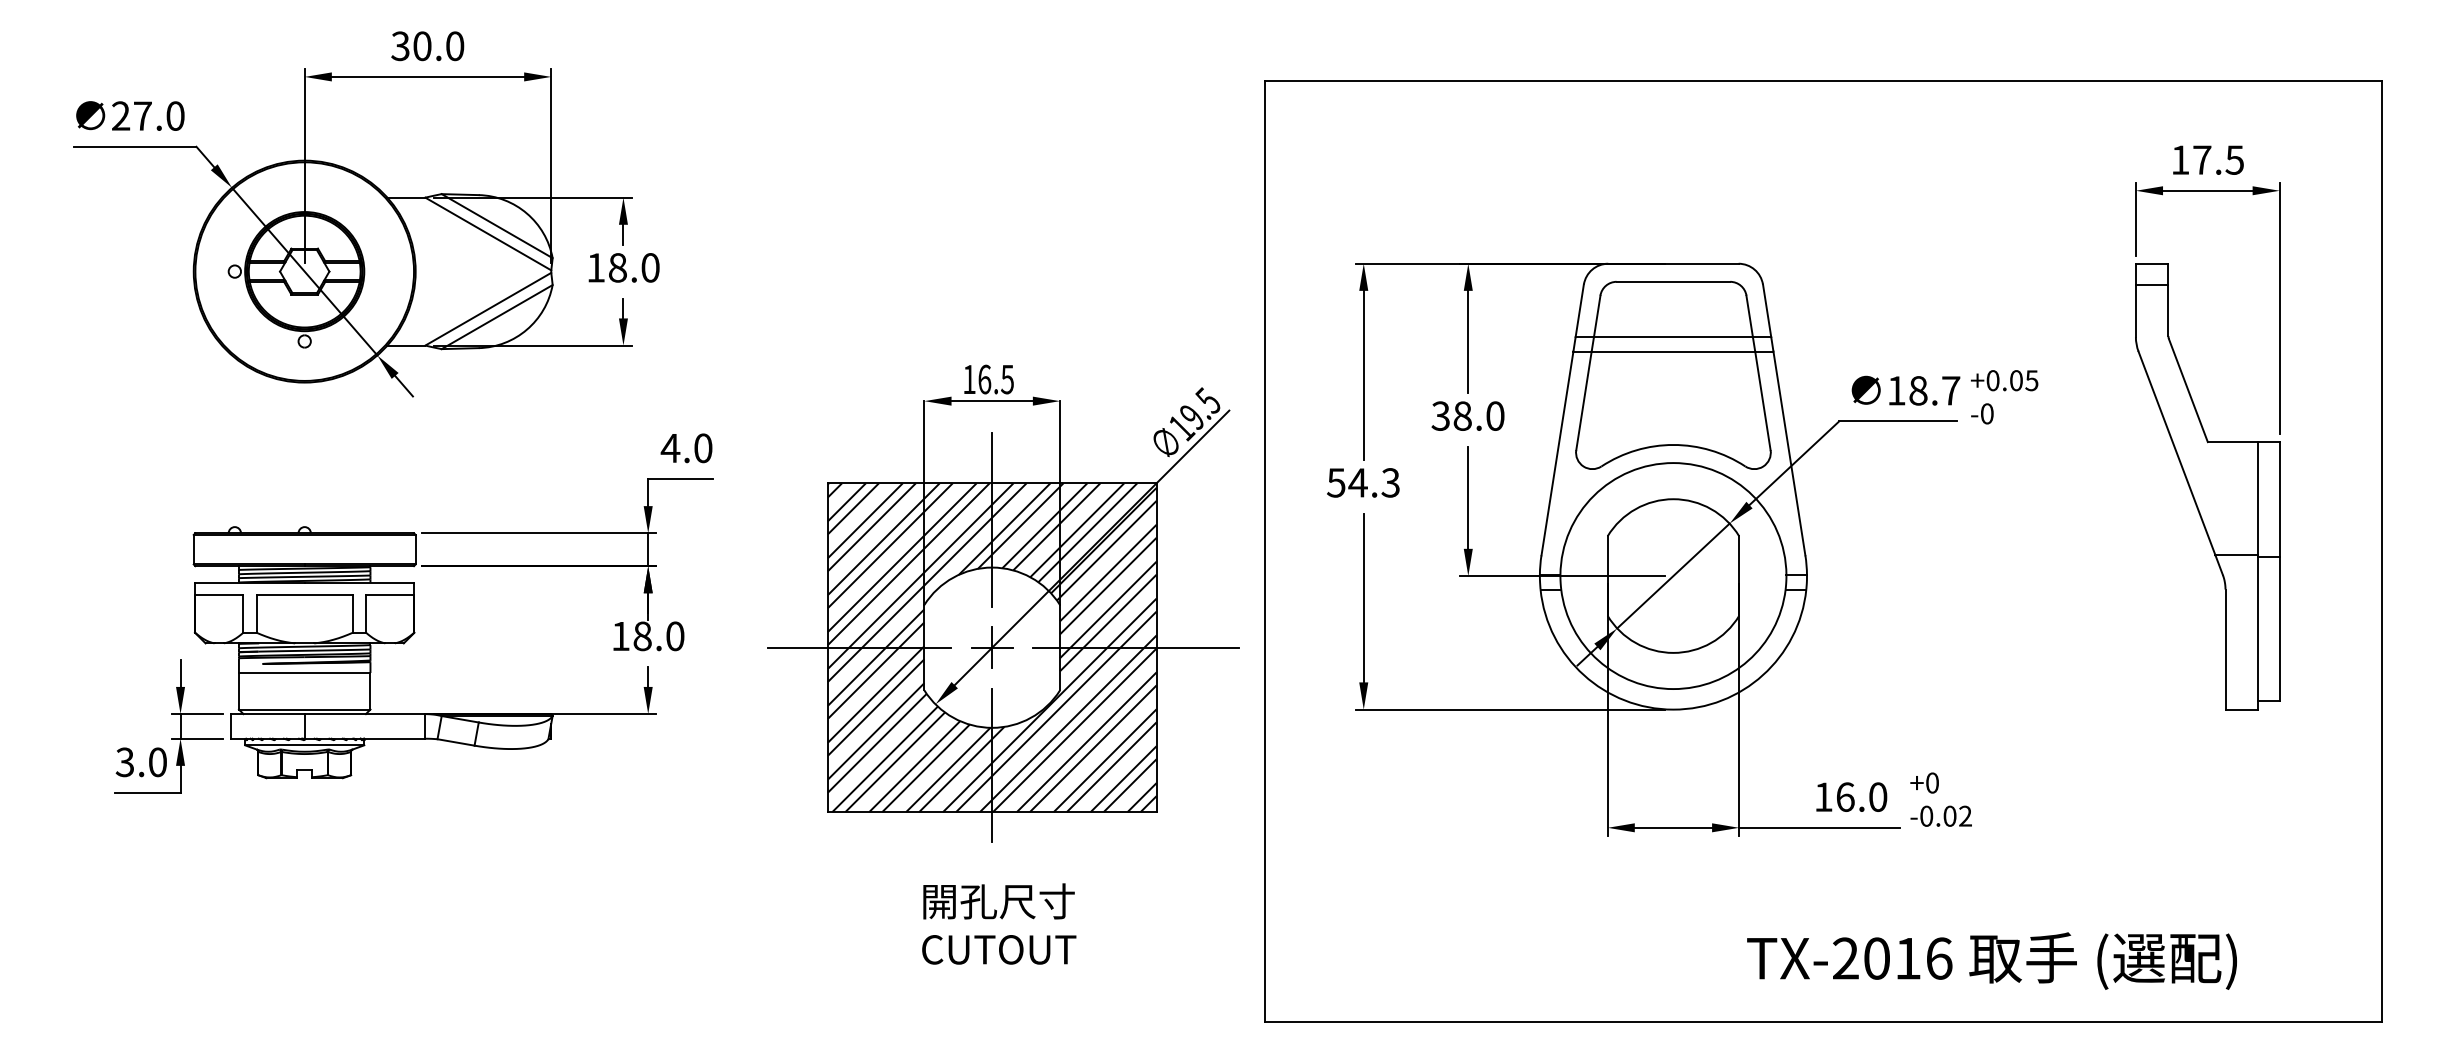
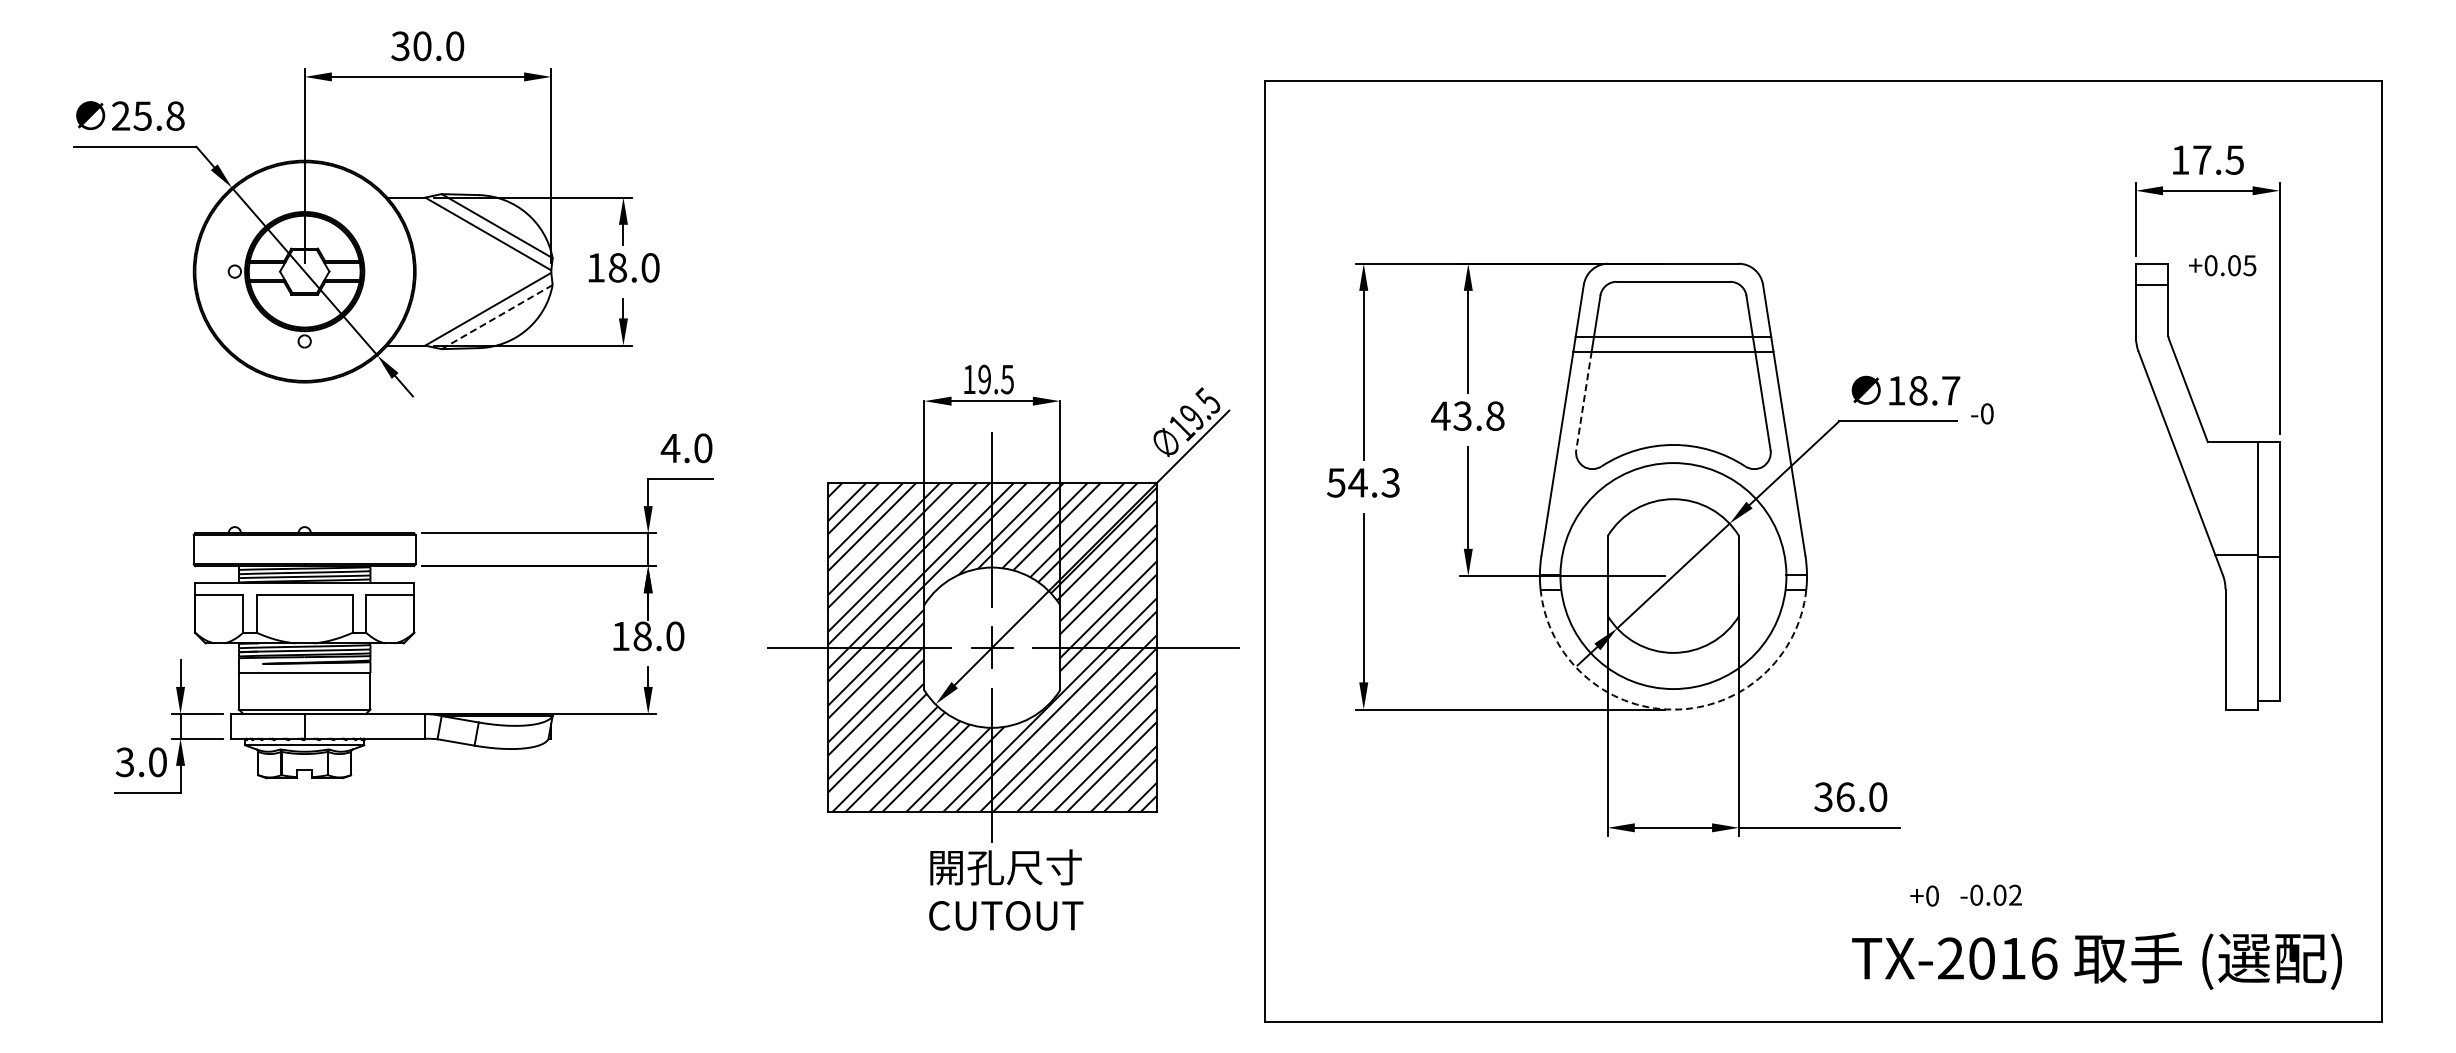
text at (158, 115): 27.0 -> 25.8
line at (497, 316): solid -> dashed
text at (984, 379): 16.5 -> 19.5
text at (2004, 380) position: (2004, 380) -> (2222, 265)
line at (1583, 400): solid -> dashed
text at (1467, 415): 38.0 -> 43.8
arc at (1673, 709): solid -> dashed
text at (1924, 782) position: (1924, 782) -> (1924, 895)
text at (1823, 796): 16.0 -> 36.0
text at (1940, 815) position: (1940, 815) -> (1990, 894)
text at (999, 923) position: (999, 923) -> (1006, 889)
text at (1991, 960) position: (1991, 960) -> (2096, 960)
